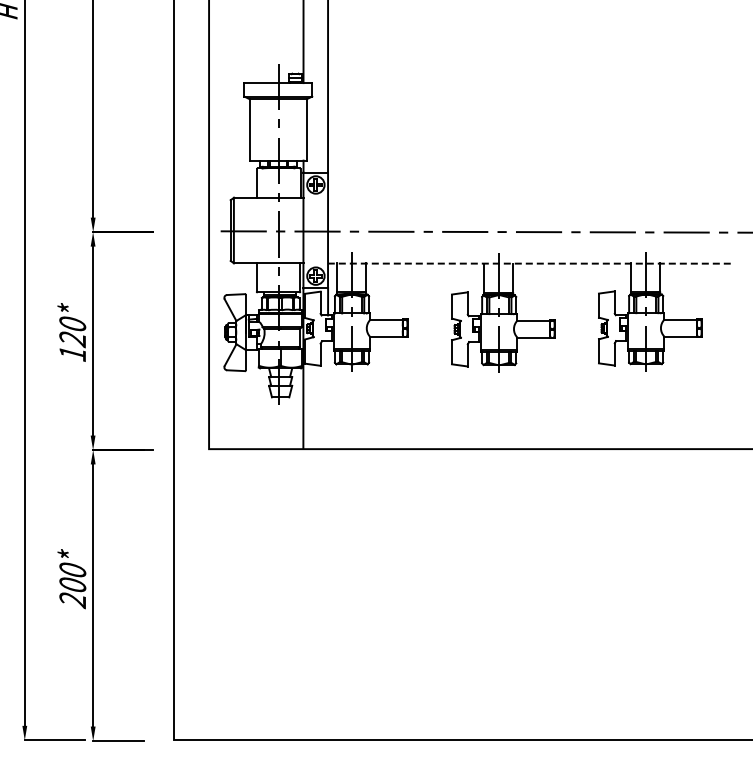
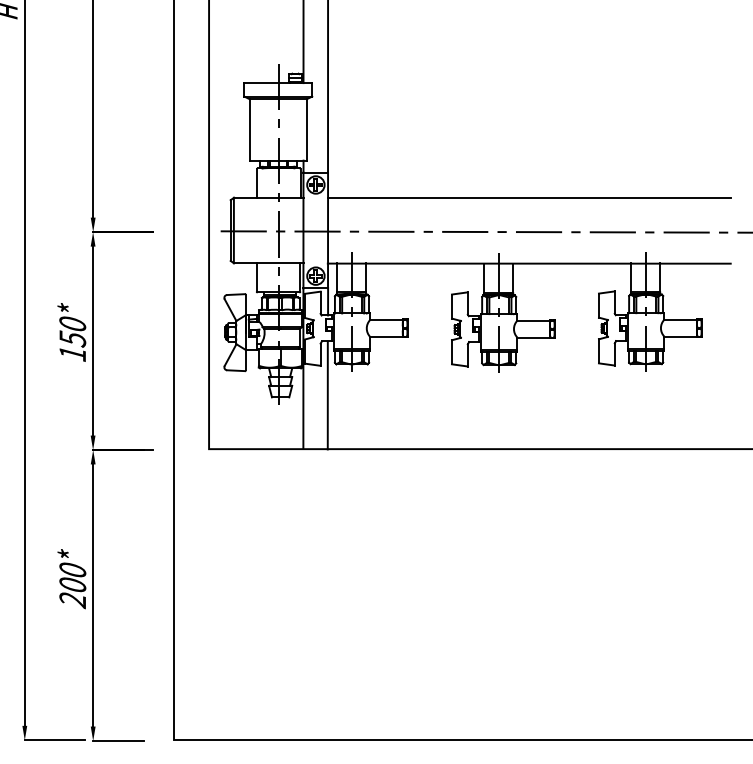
line at (529, 197): none -> present
line at (529, 263): dashed -> solid
text at (72, 339): 120* -> 150*
line at (327, 395): none -> present
